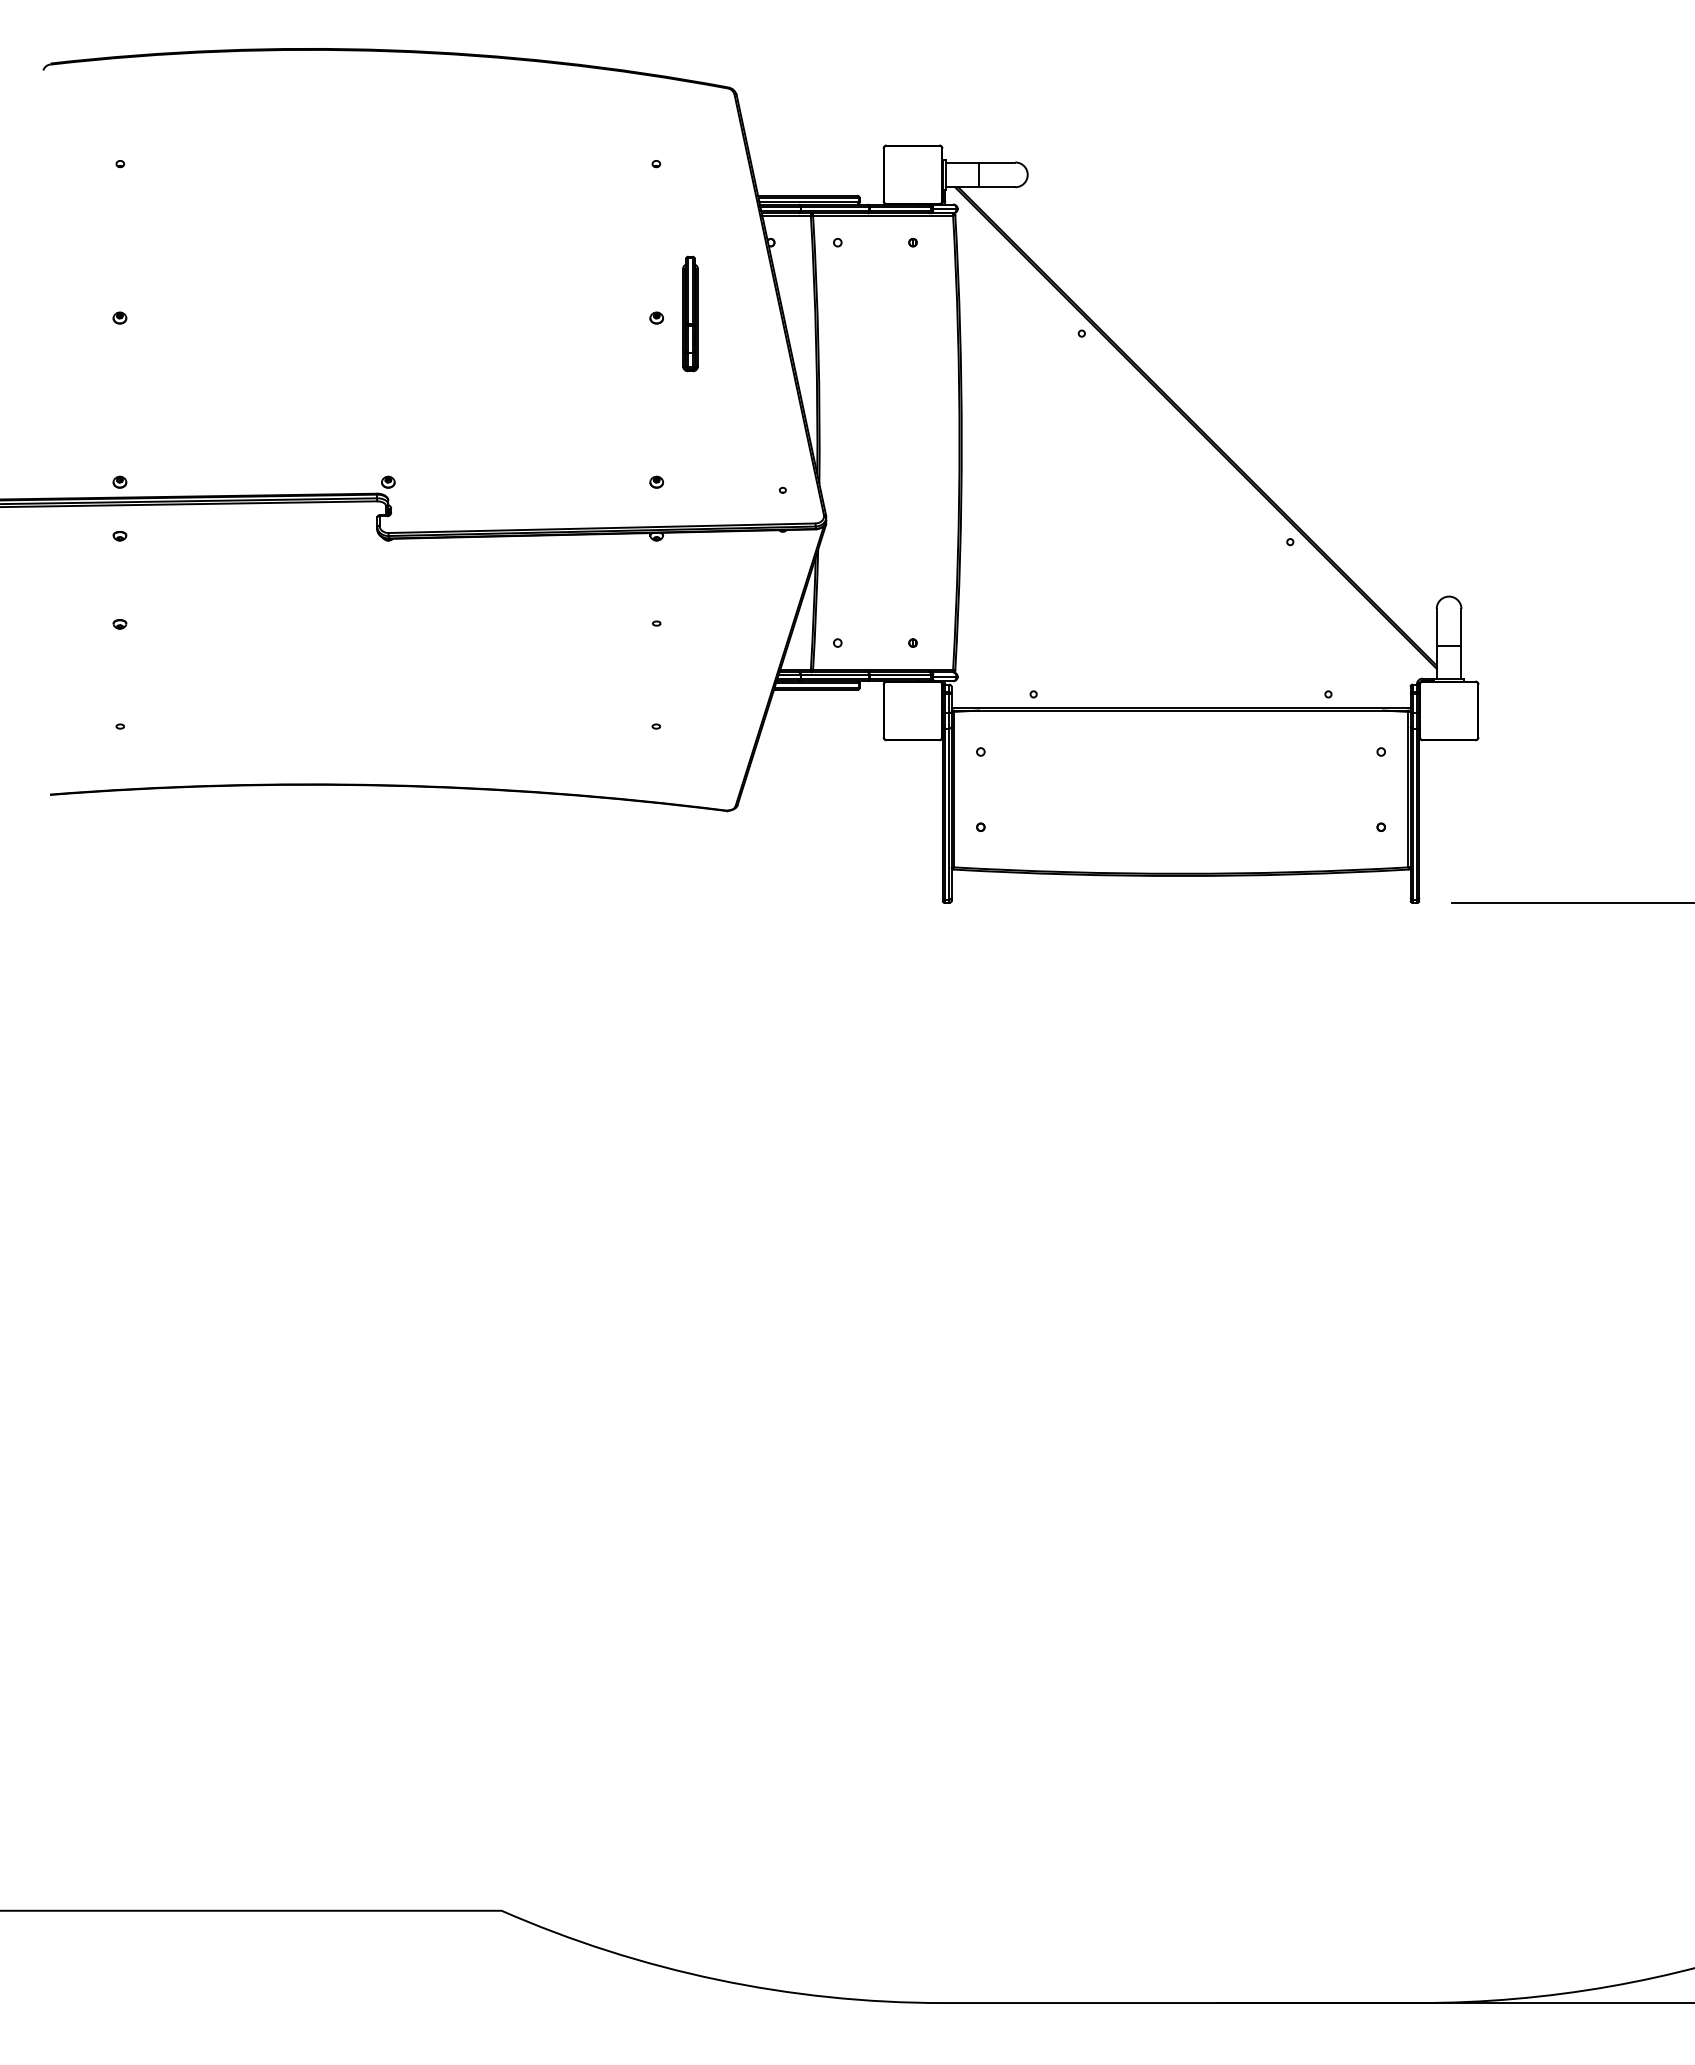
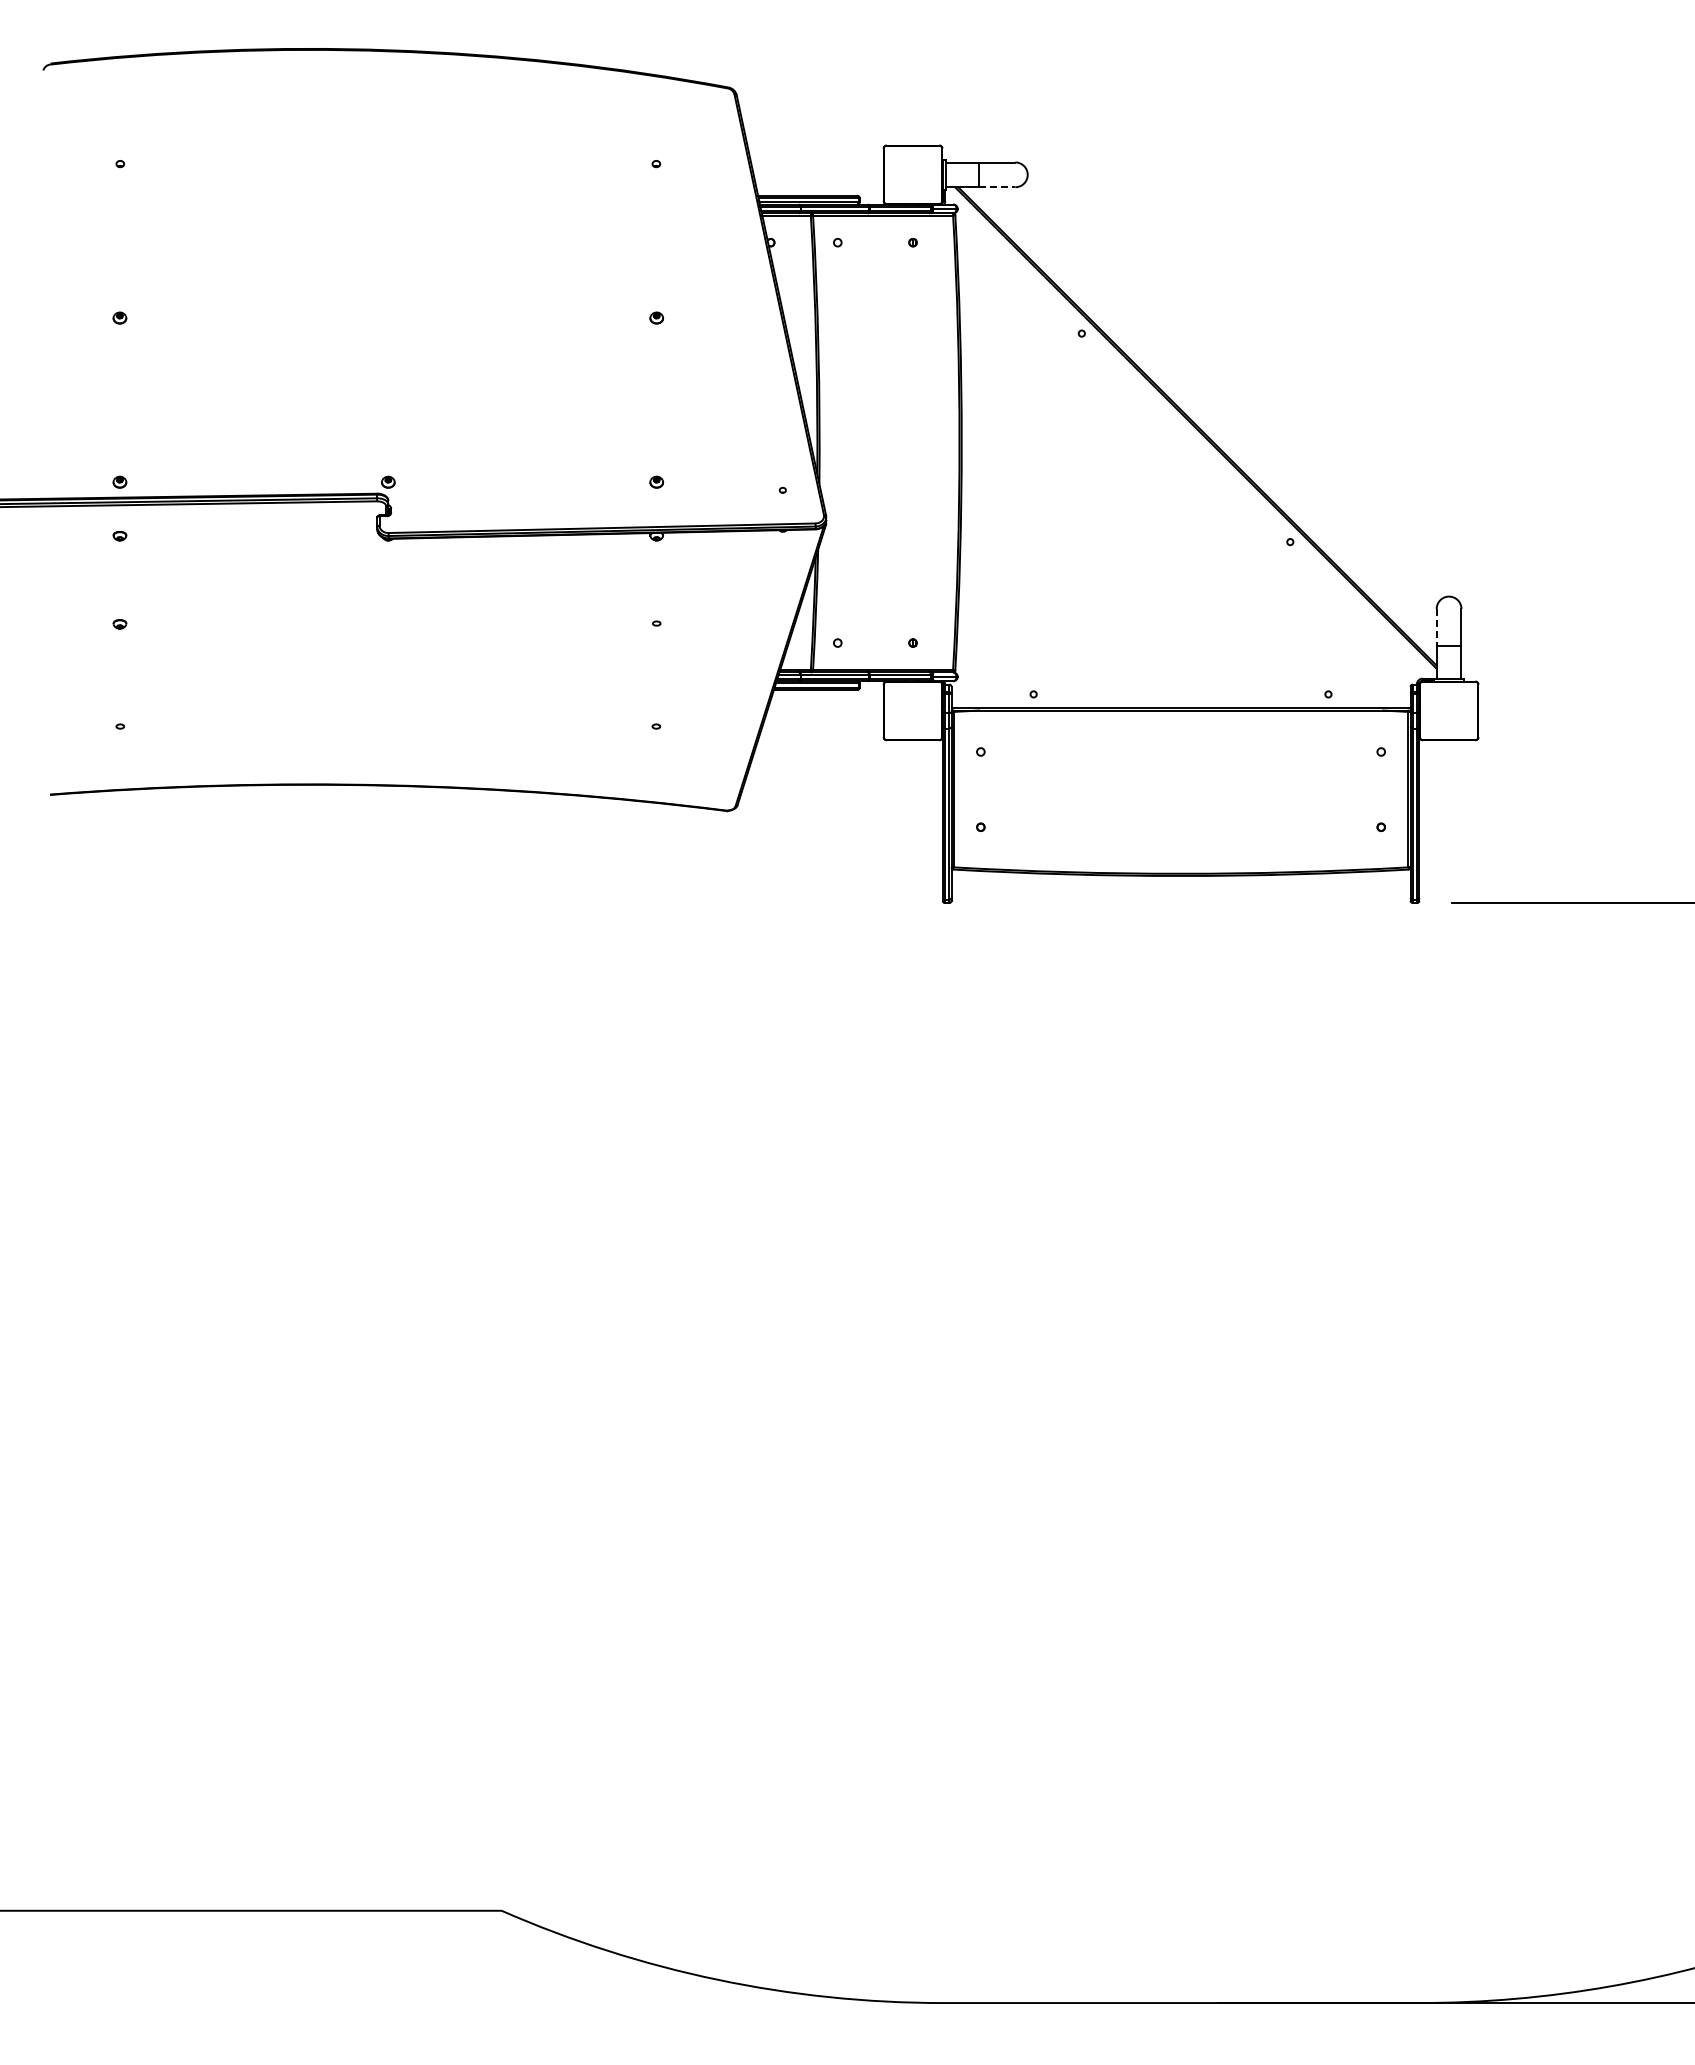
line at (997, 187): solid -> dashed
part at (690, 313): present -> none
line at (1436, 627): solid -> dashed
